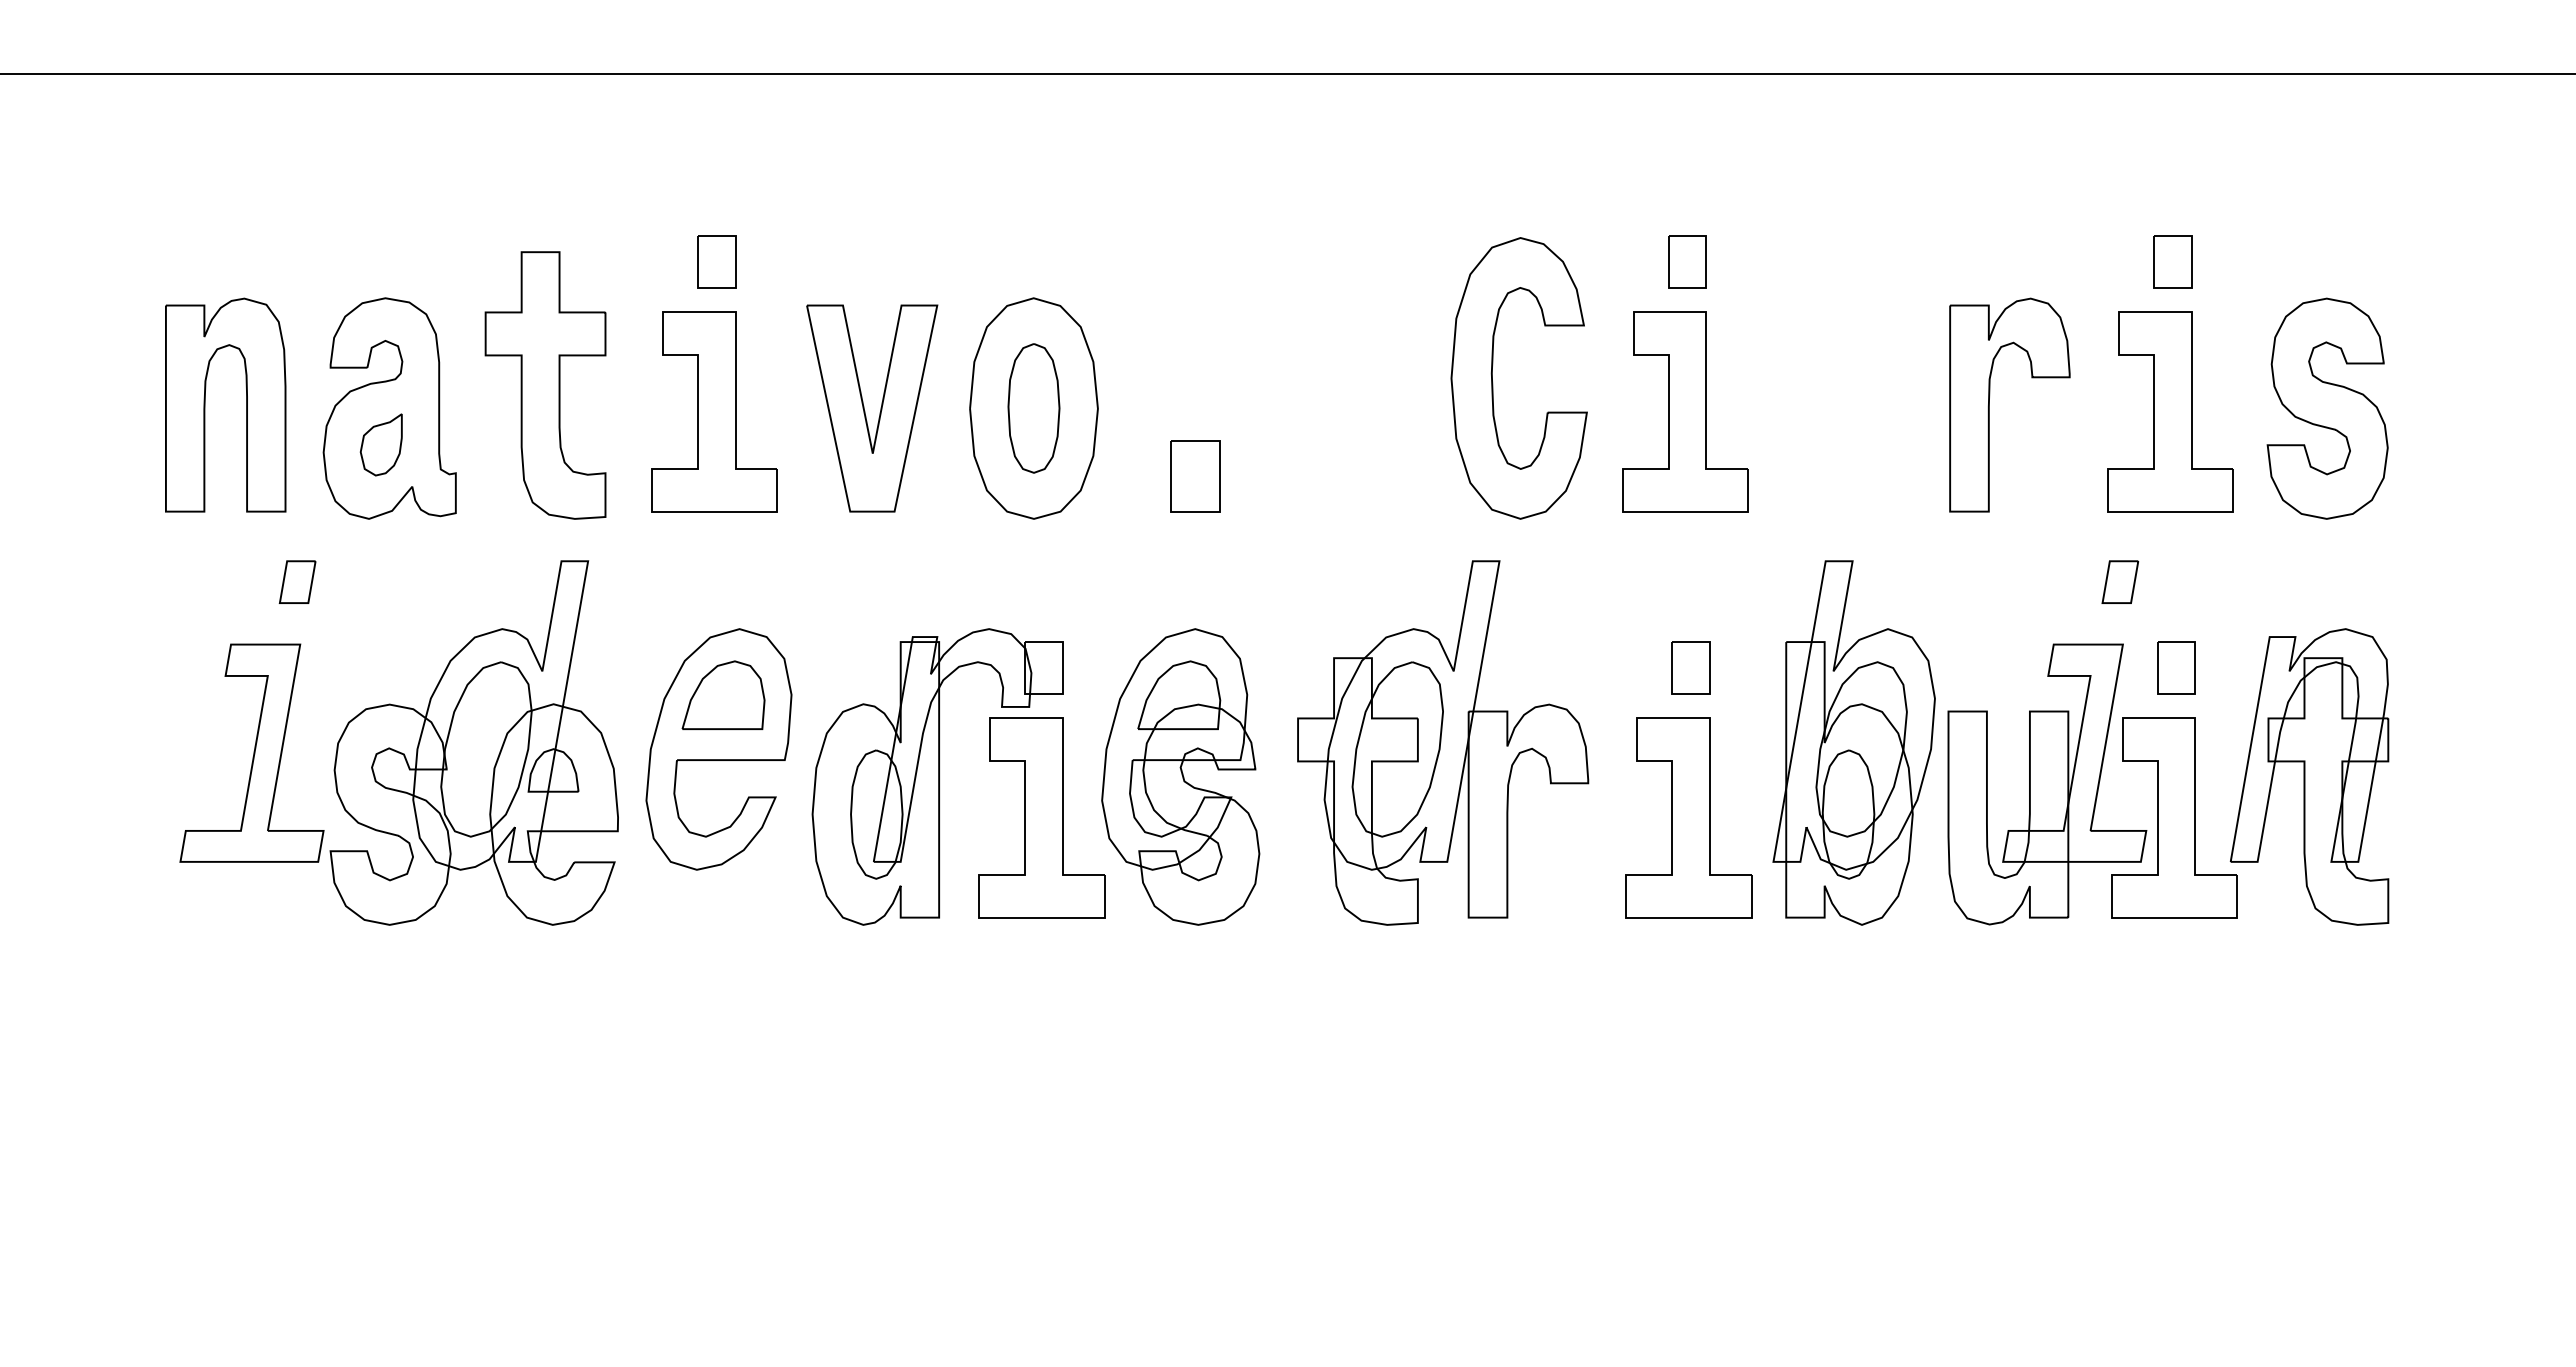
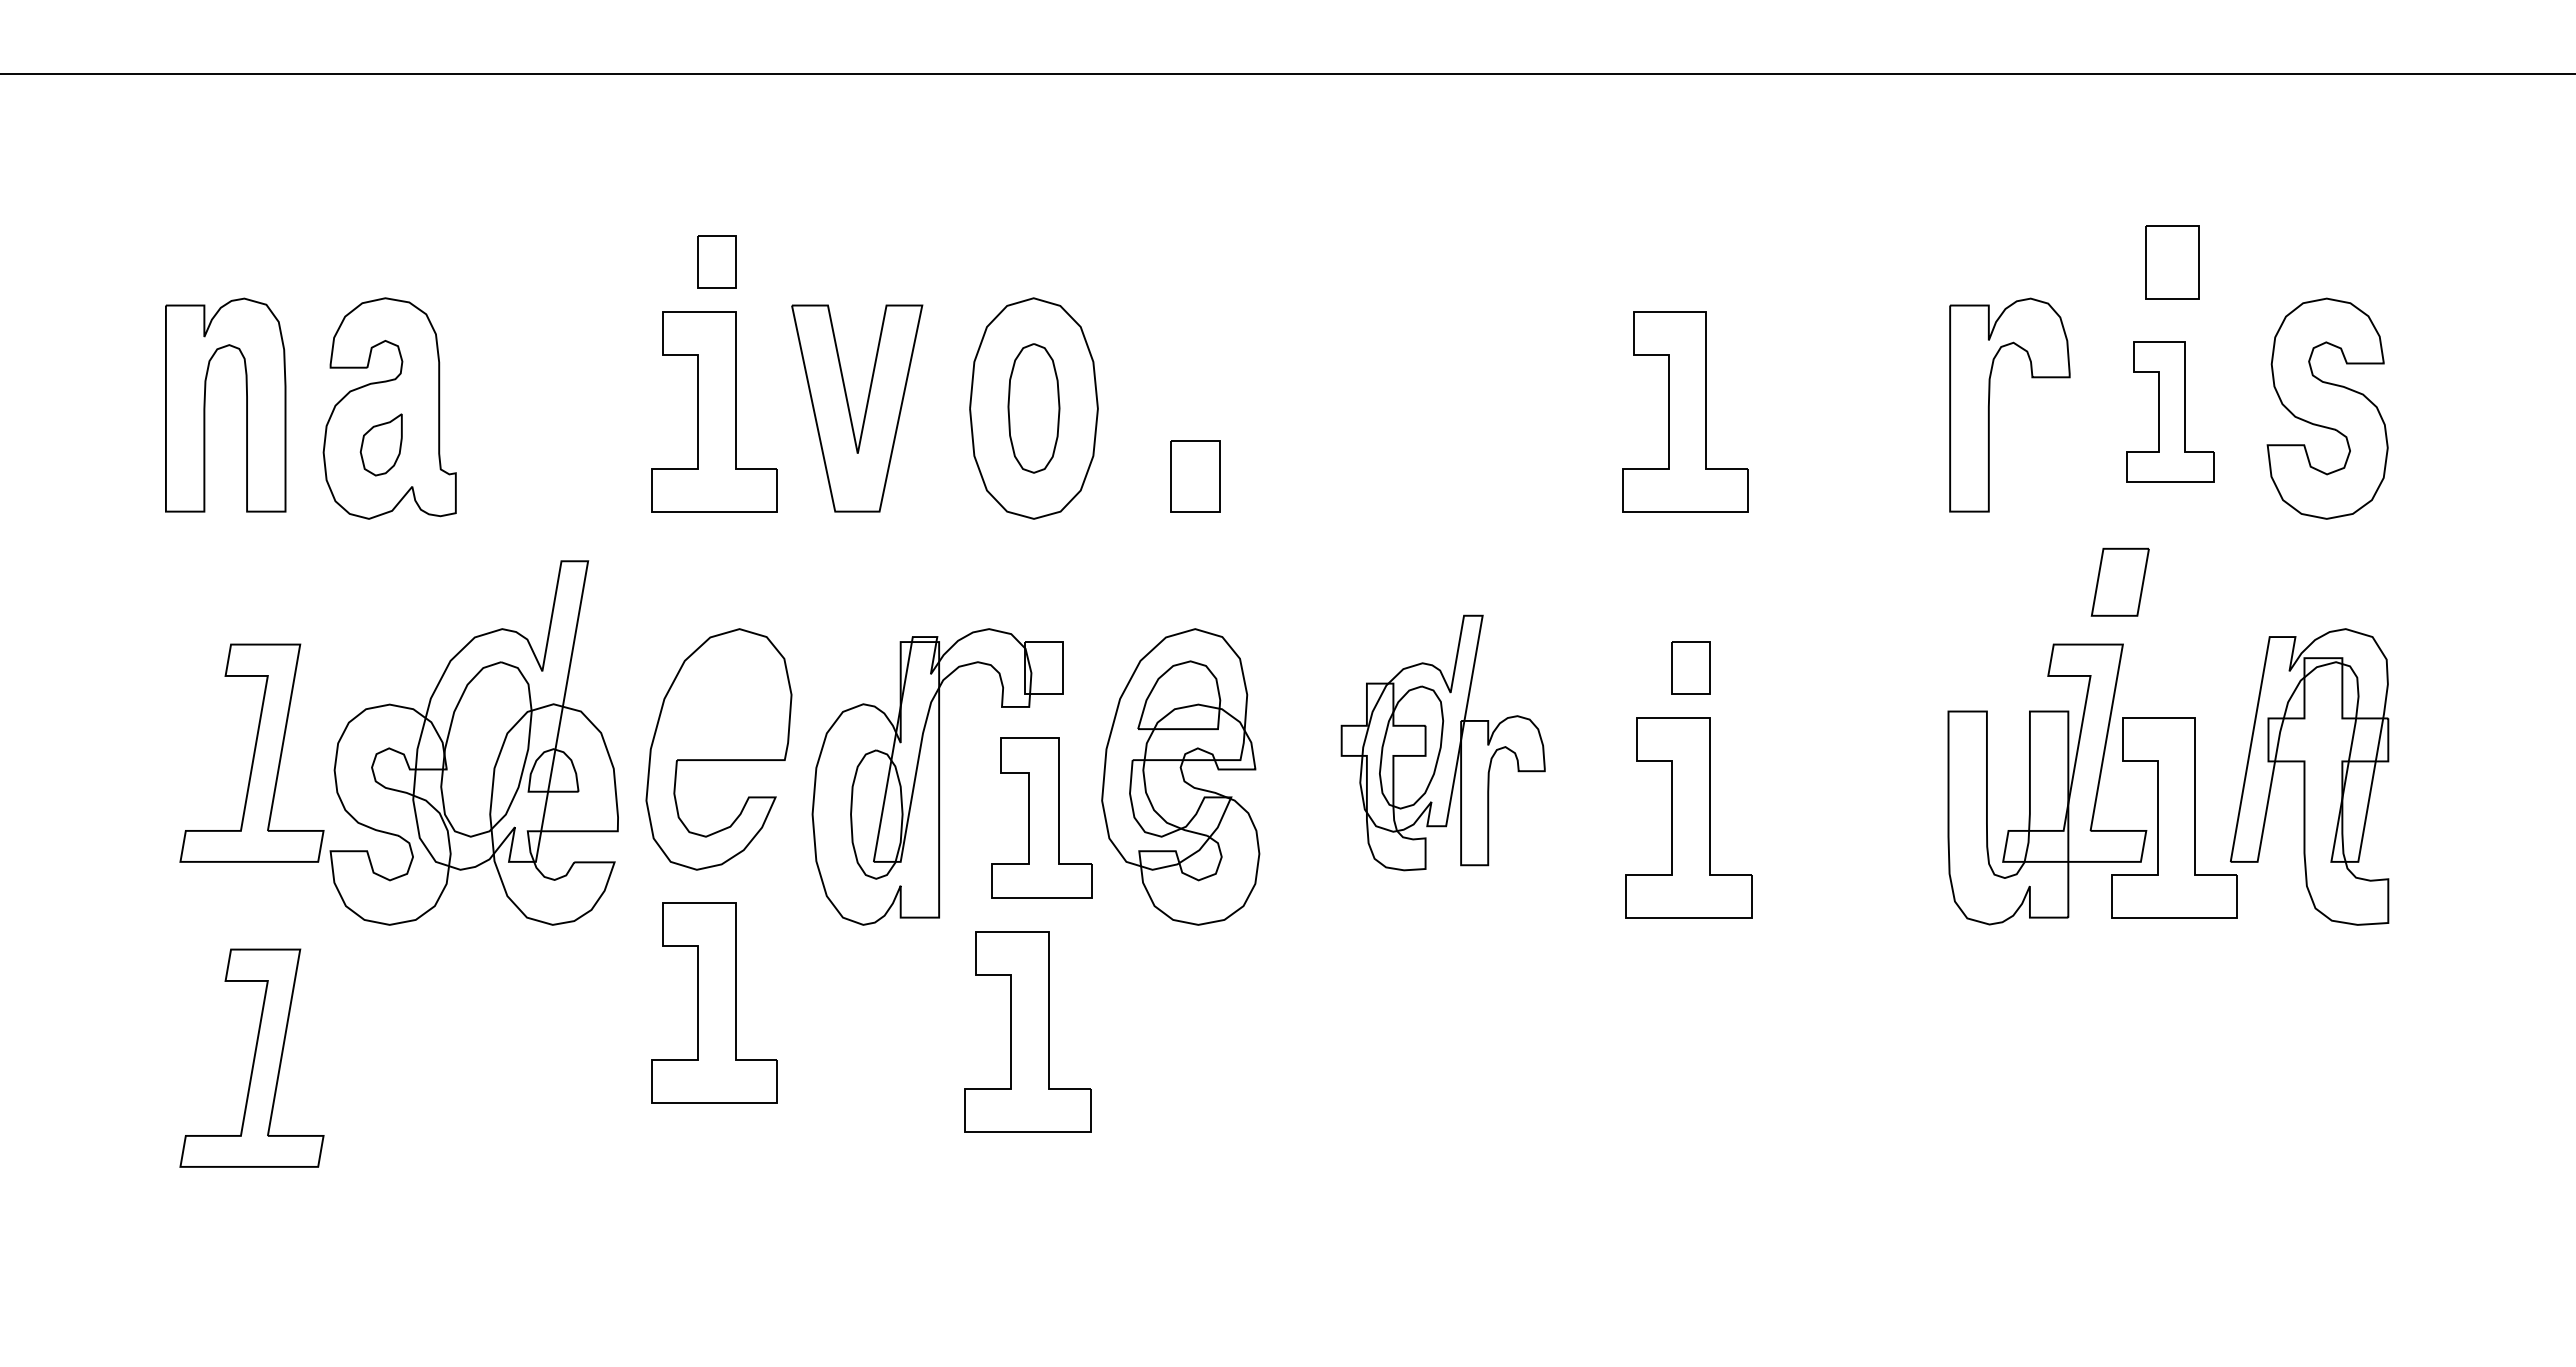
part at (1687, 261): present -> none
part at (2172, 261) size: 40x54 px -> 55x75 px
part at (1493, 383): present -> none
part at (545, 385): present -> none
part at (865, 411) position: (865, 411) -> (850, 411)
part at (2170, 411) size: 127x202 px -> 89x142 px
part at (297, 581): present -> none
part at (2120, 581) size: 39x44 px -> 60x70 px
part at (2176, 667): present -> none
part at (723, 694): present -> none
part at (1443, 742) size: 293x366 px -> 206x258 px
part at (1853, 742): present -> none
part at (1041, 817) size: 128x202 px -> 102x162 px
part at (714, 1002): none -> present
part at (1027, 1031): none -> present
part at (251, 1057): none -> present
